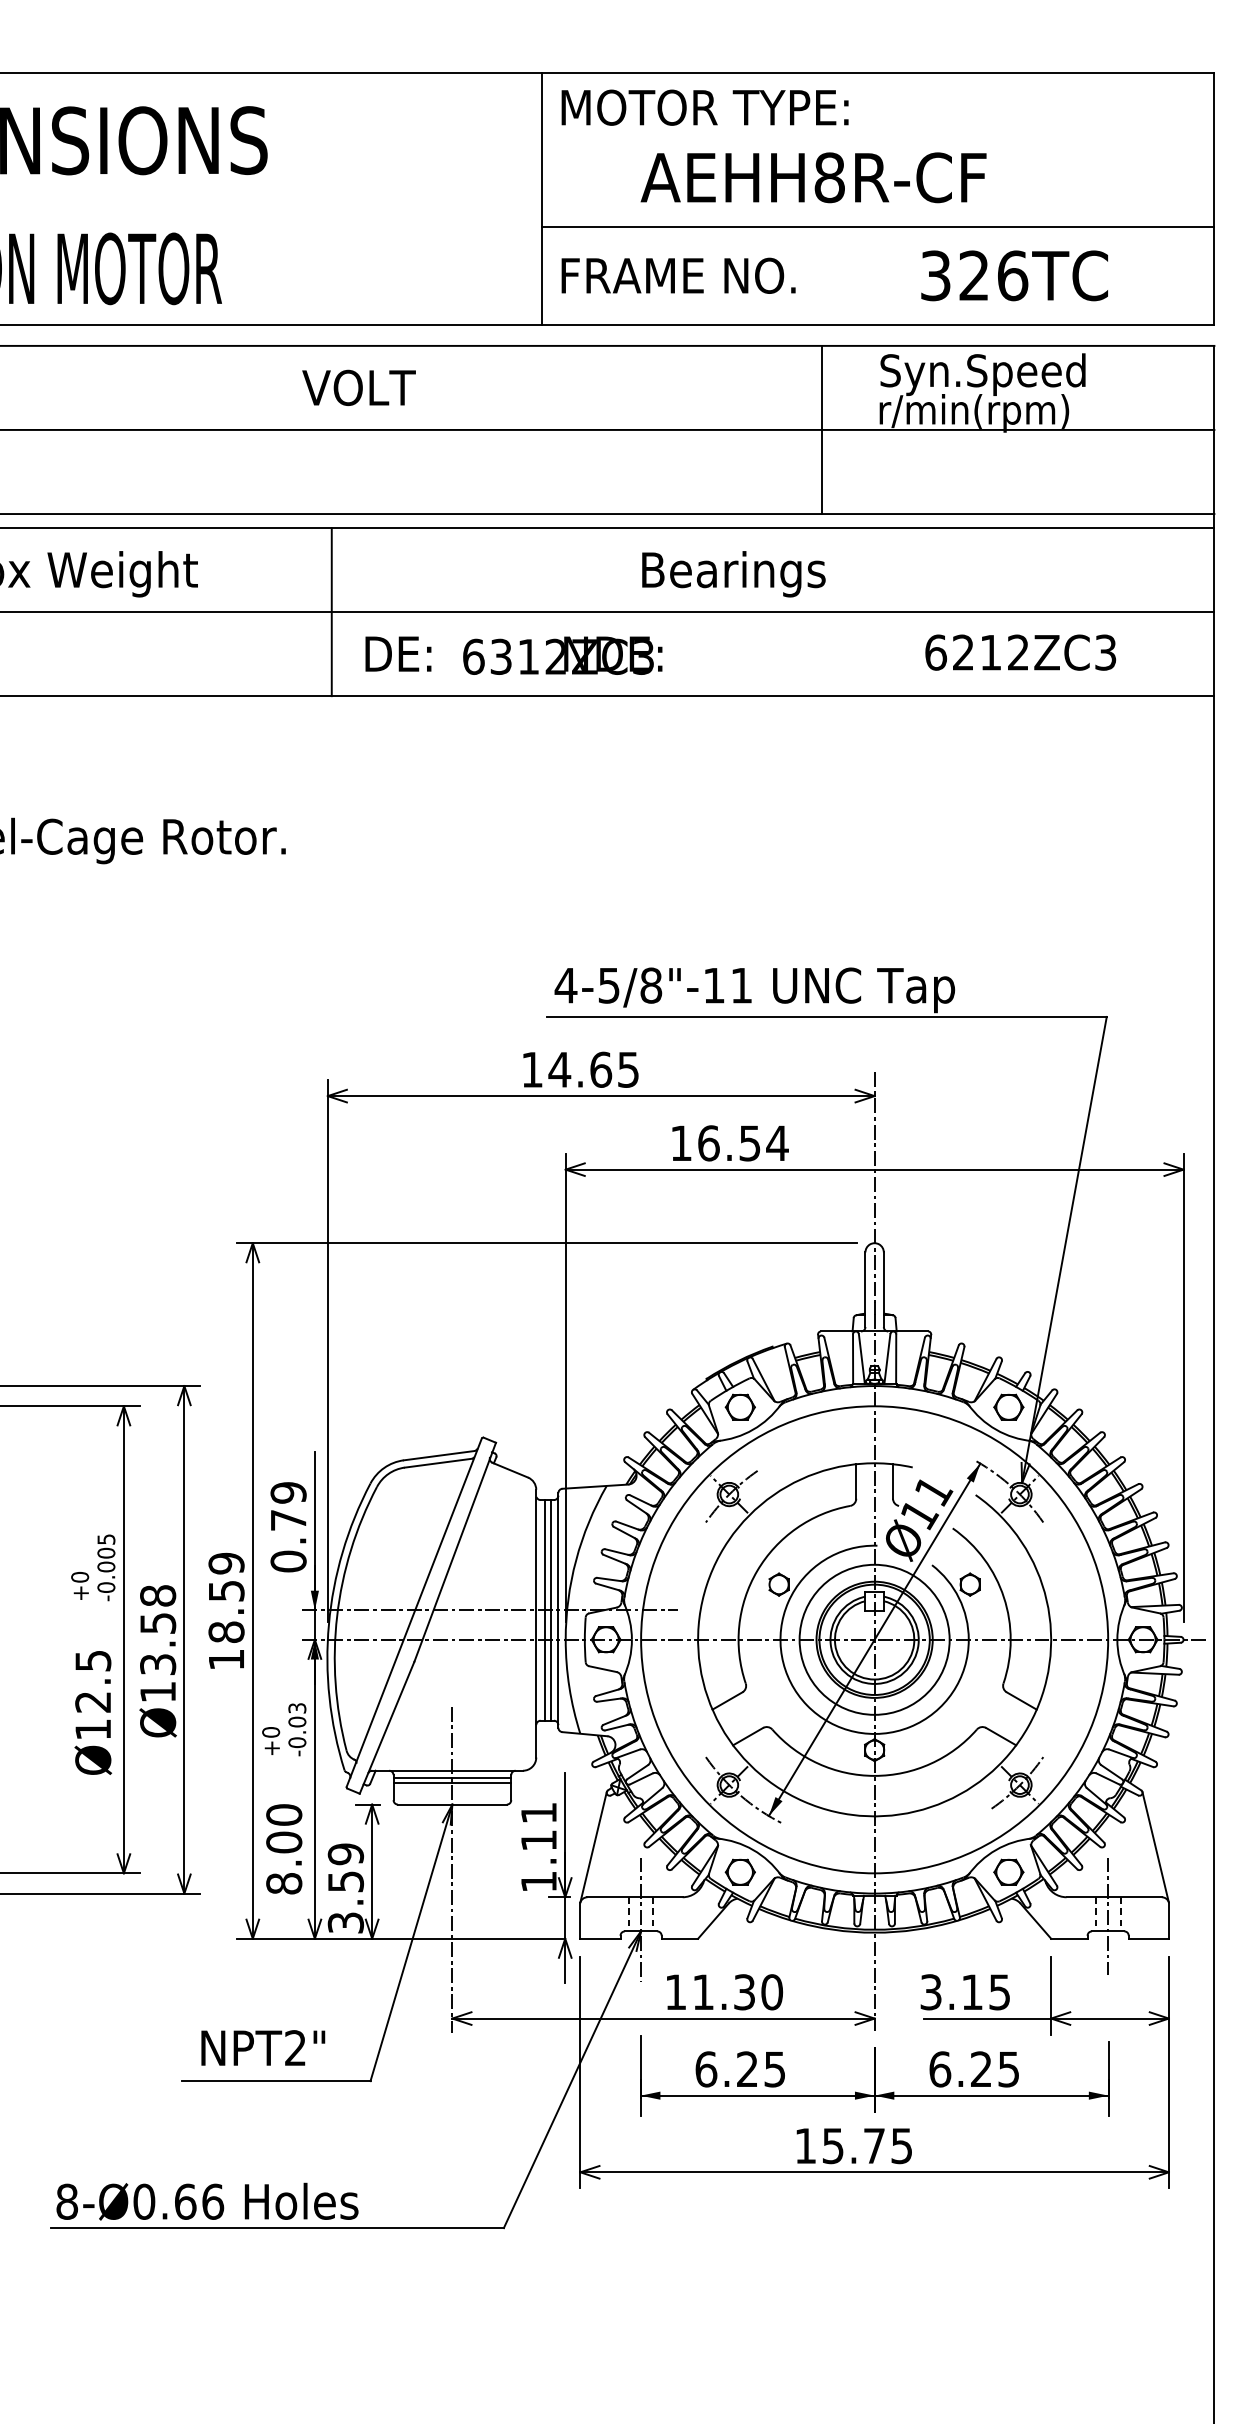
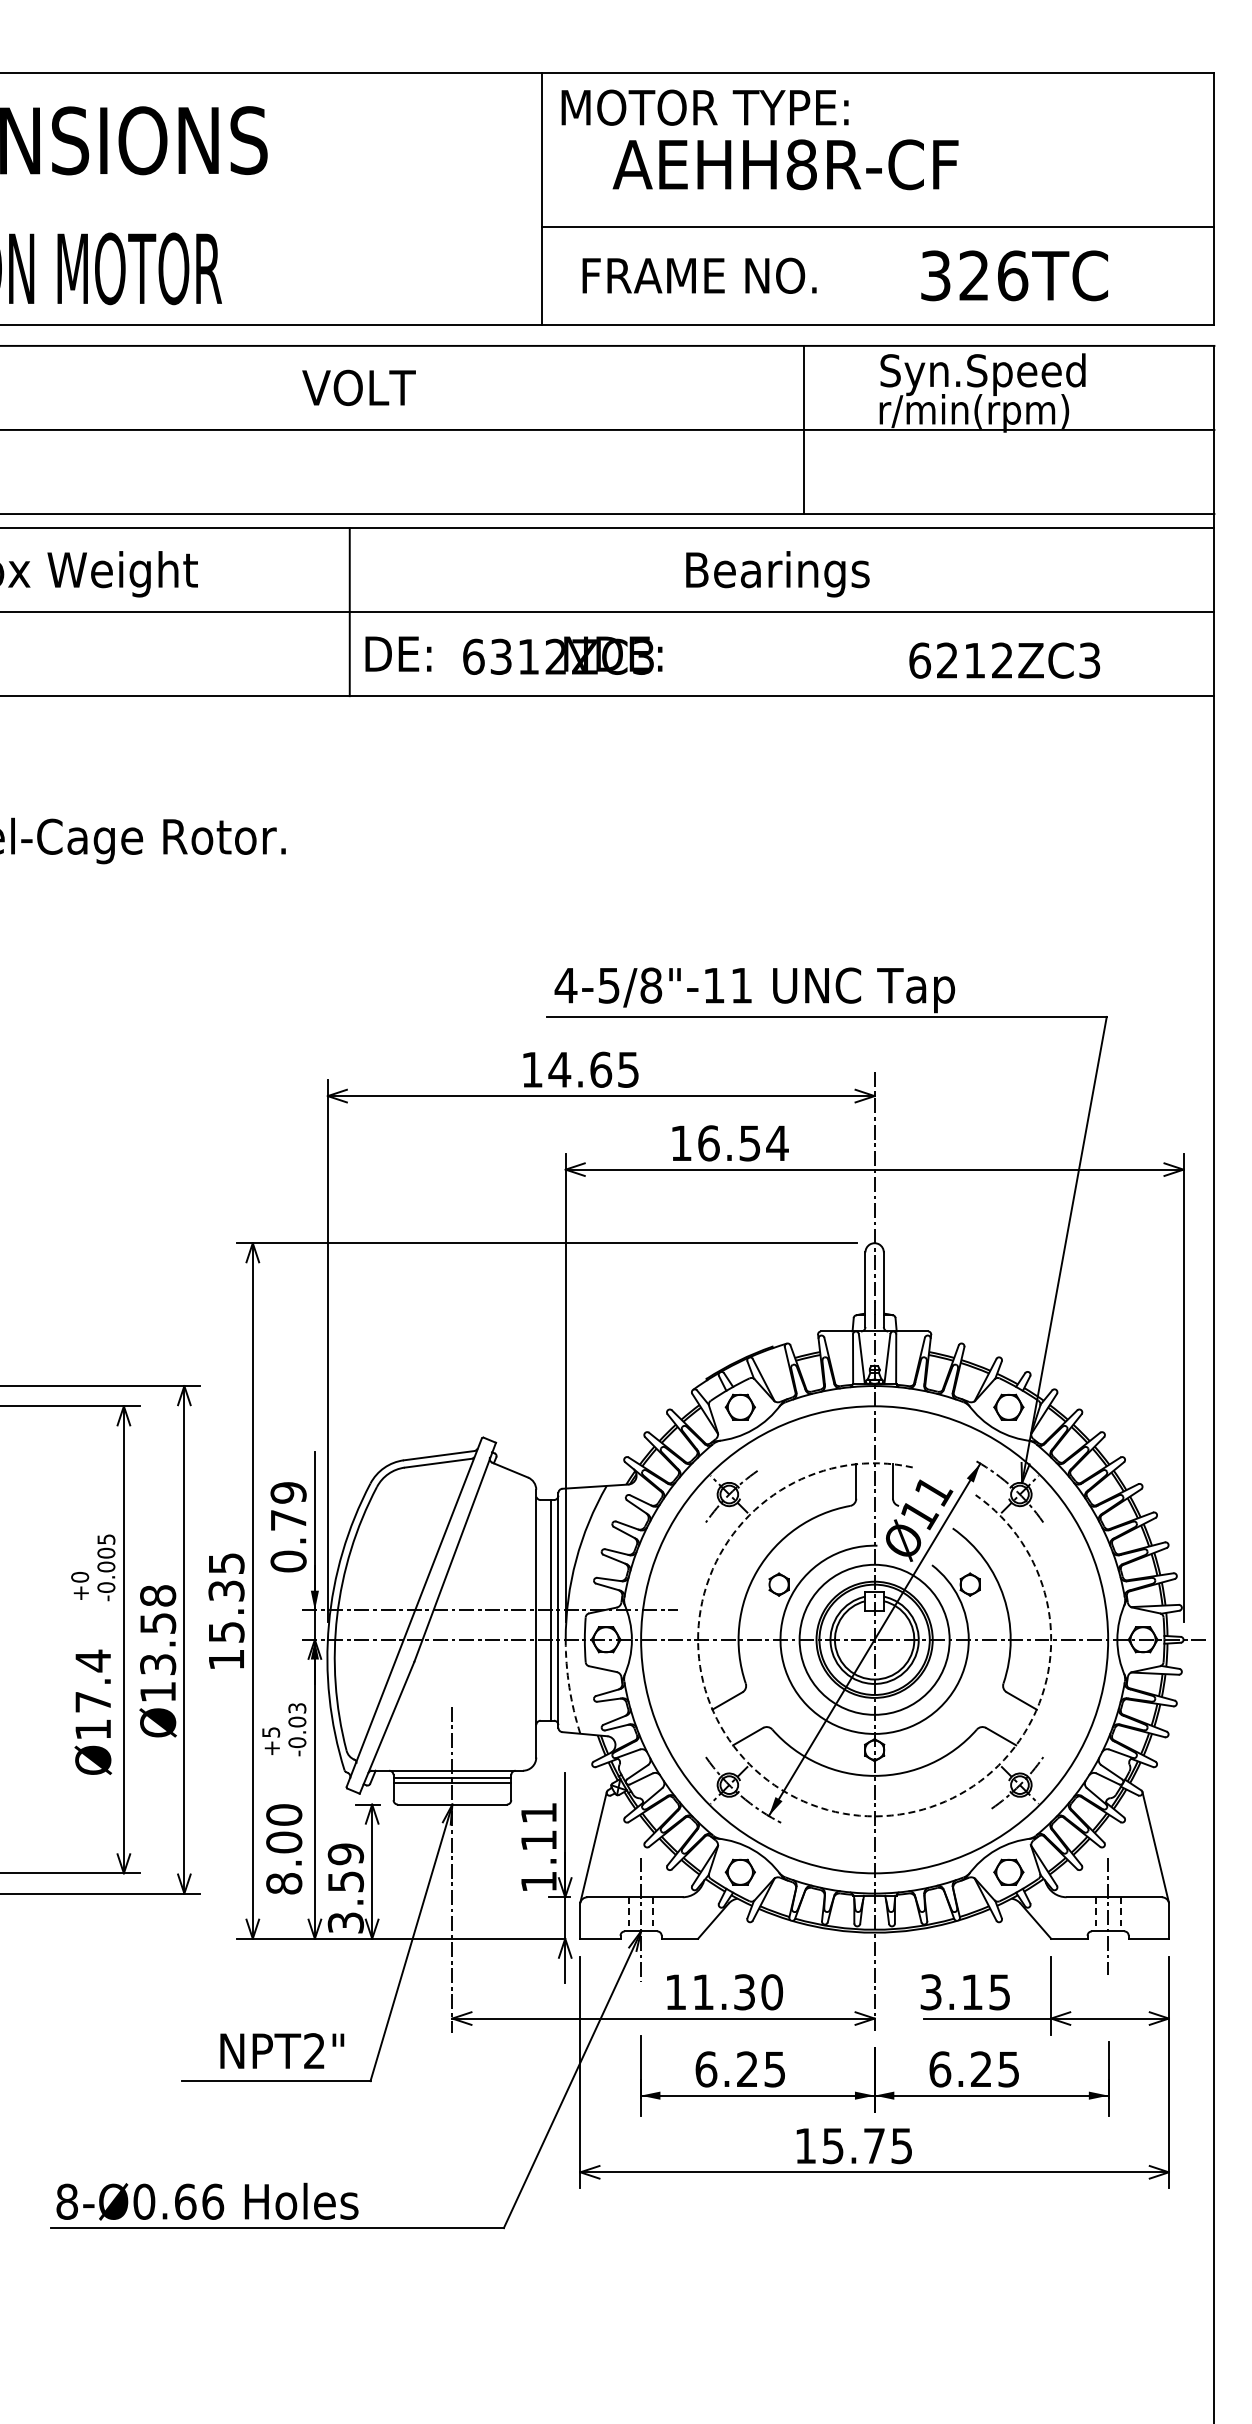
text at (813, 177) position: (813, 177) -> (785, 164)
text at (678, 275) position: (678, 275) -> (699, 275)
line at (822, 429) position: (822, 429) -> (804, 429)
text at (733, 574) position: (733, 574) -> (777, 574)
line at (331, 612) position: (331, 612) -> (349, 612)
text at (1020, 652) position: (1020, 652) -> (1004, 660)
text at (226, 1597): 18.59 -> 15.35
line at (545, 1610): present -> none
text at (93, 1680): Ø12.5 -> Ø17.4
arc at (569, 1687): solid -> dashed
text at (271, 1732): +0 -> +5
arc at (803, 1801): solid -> dashed
text at (263, 2047) position: (263, 2047) -> (282, 2050)
